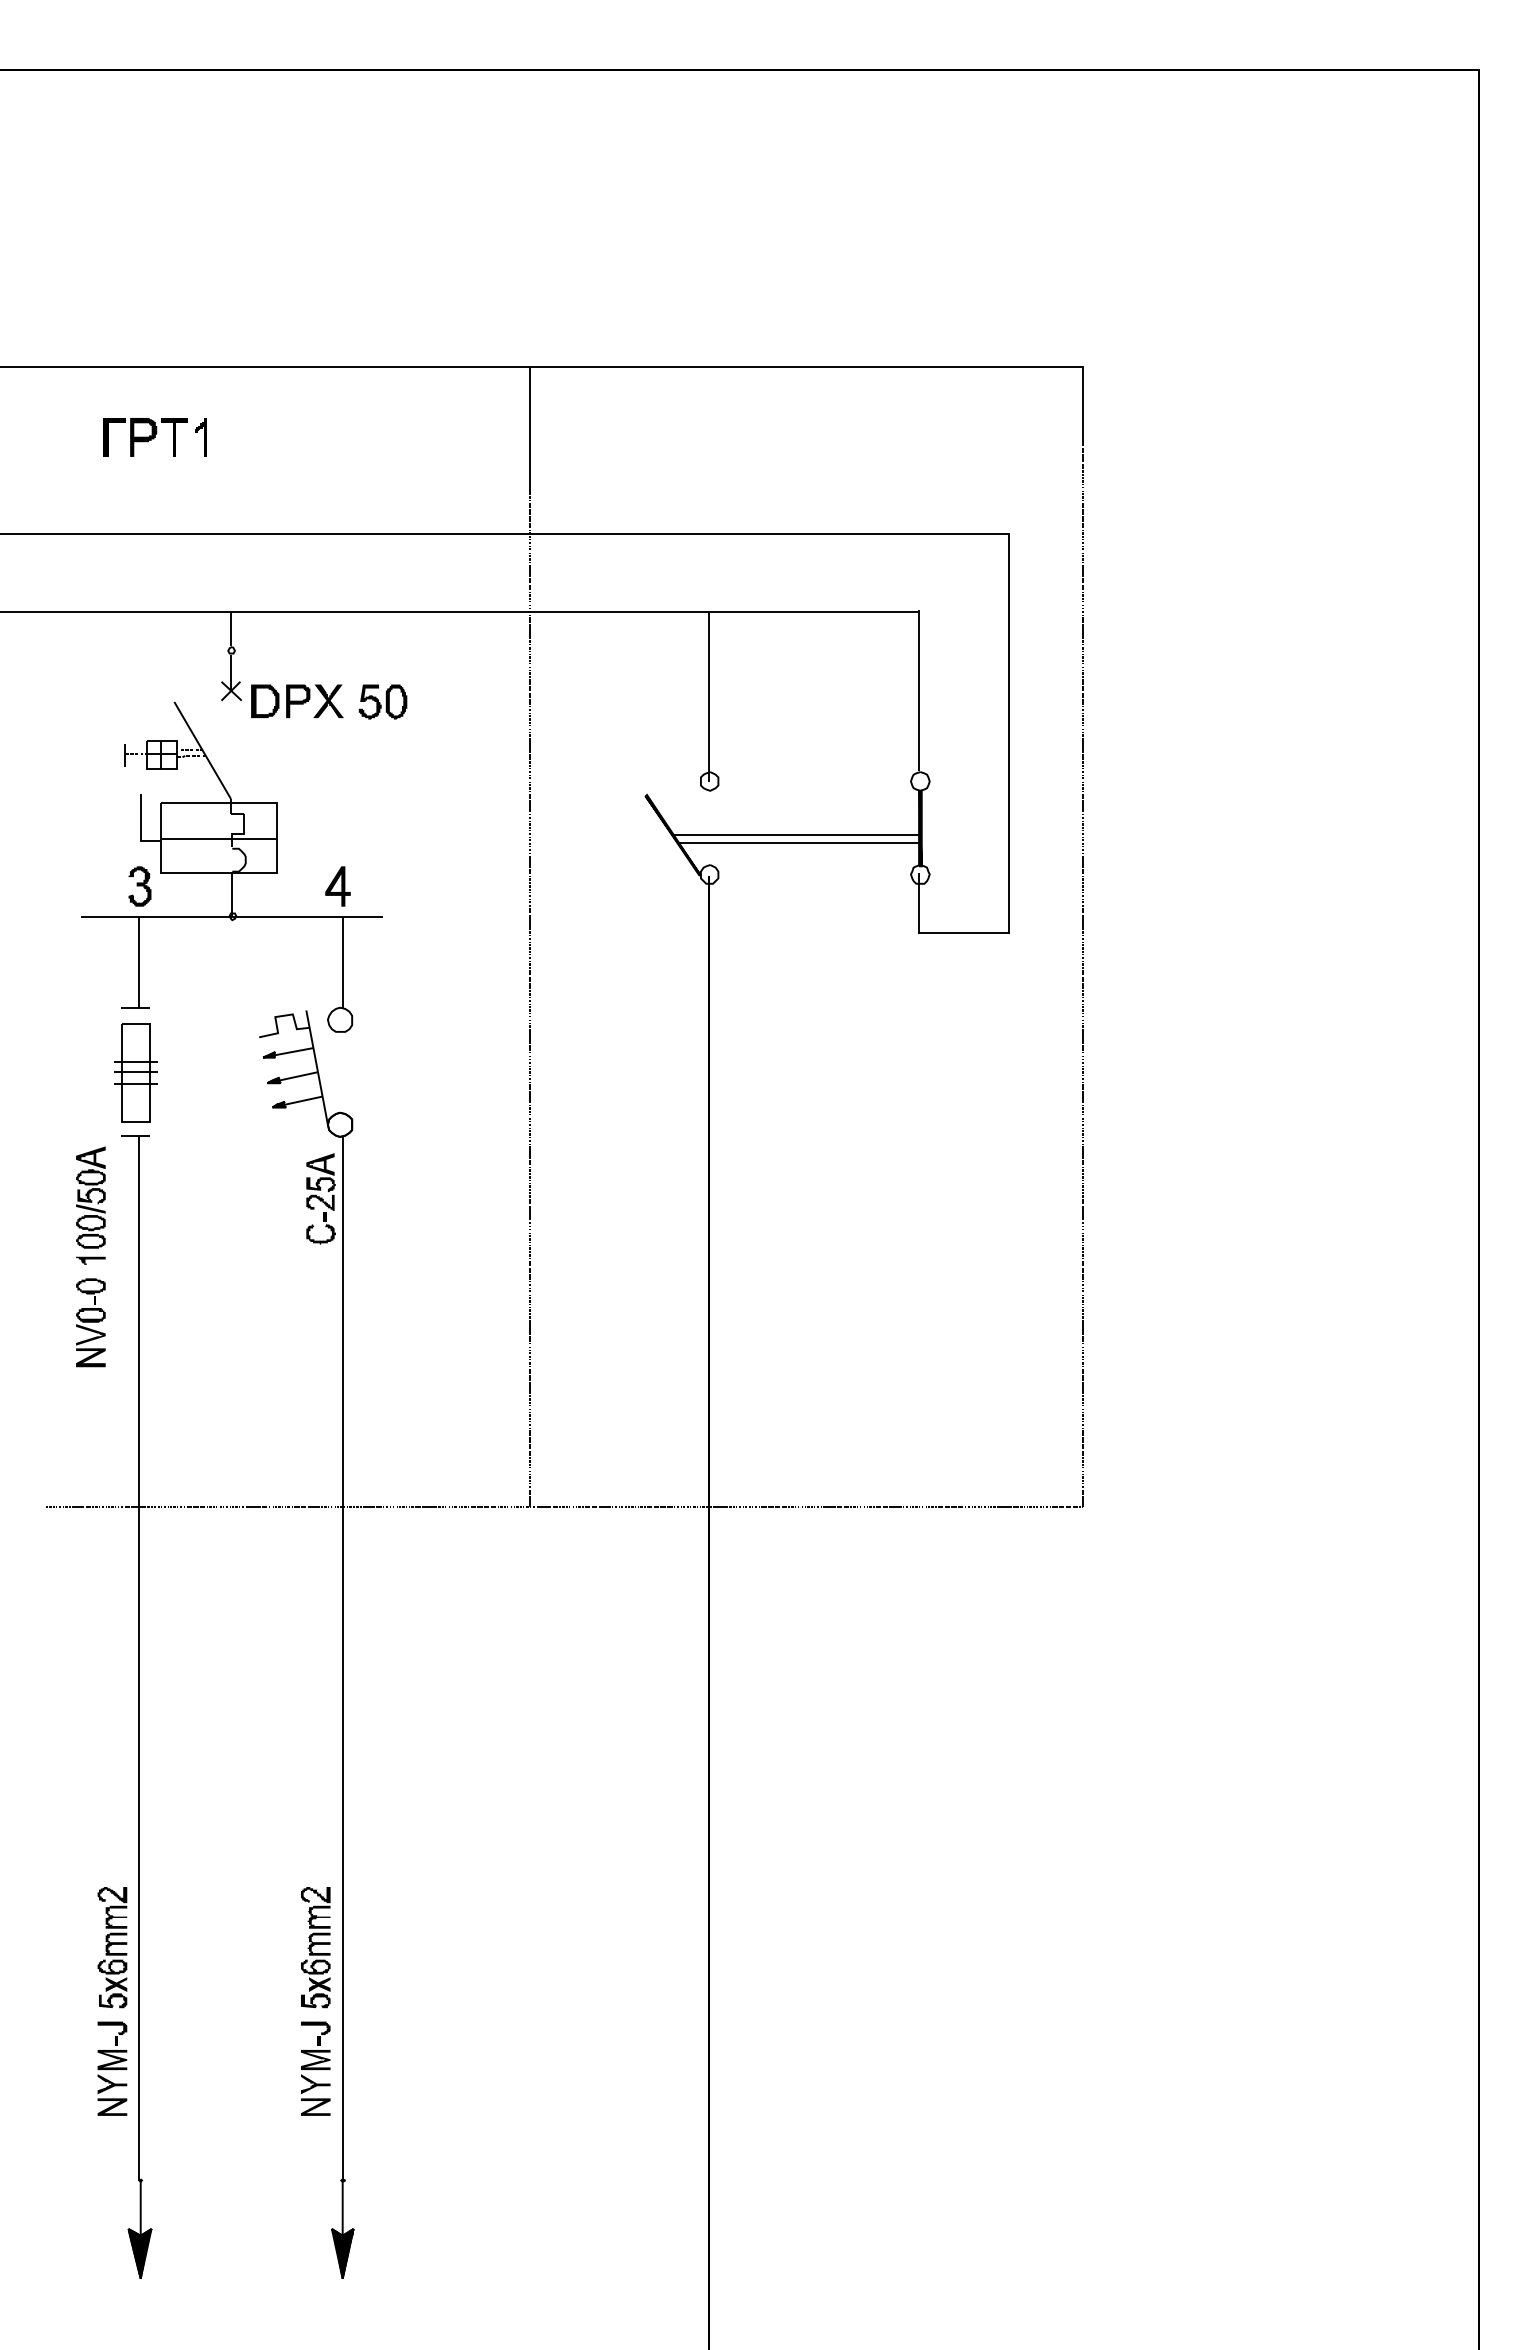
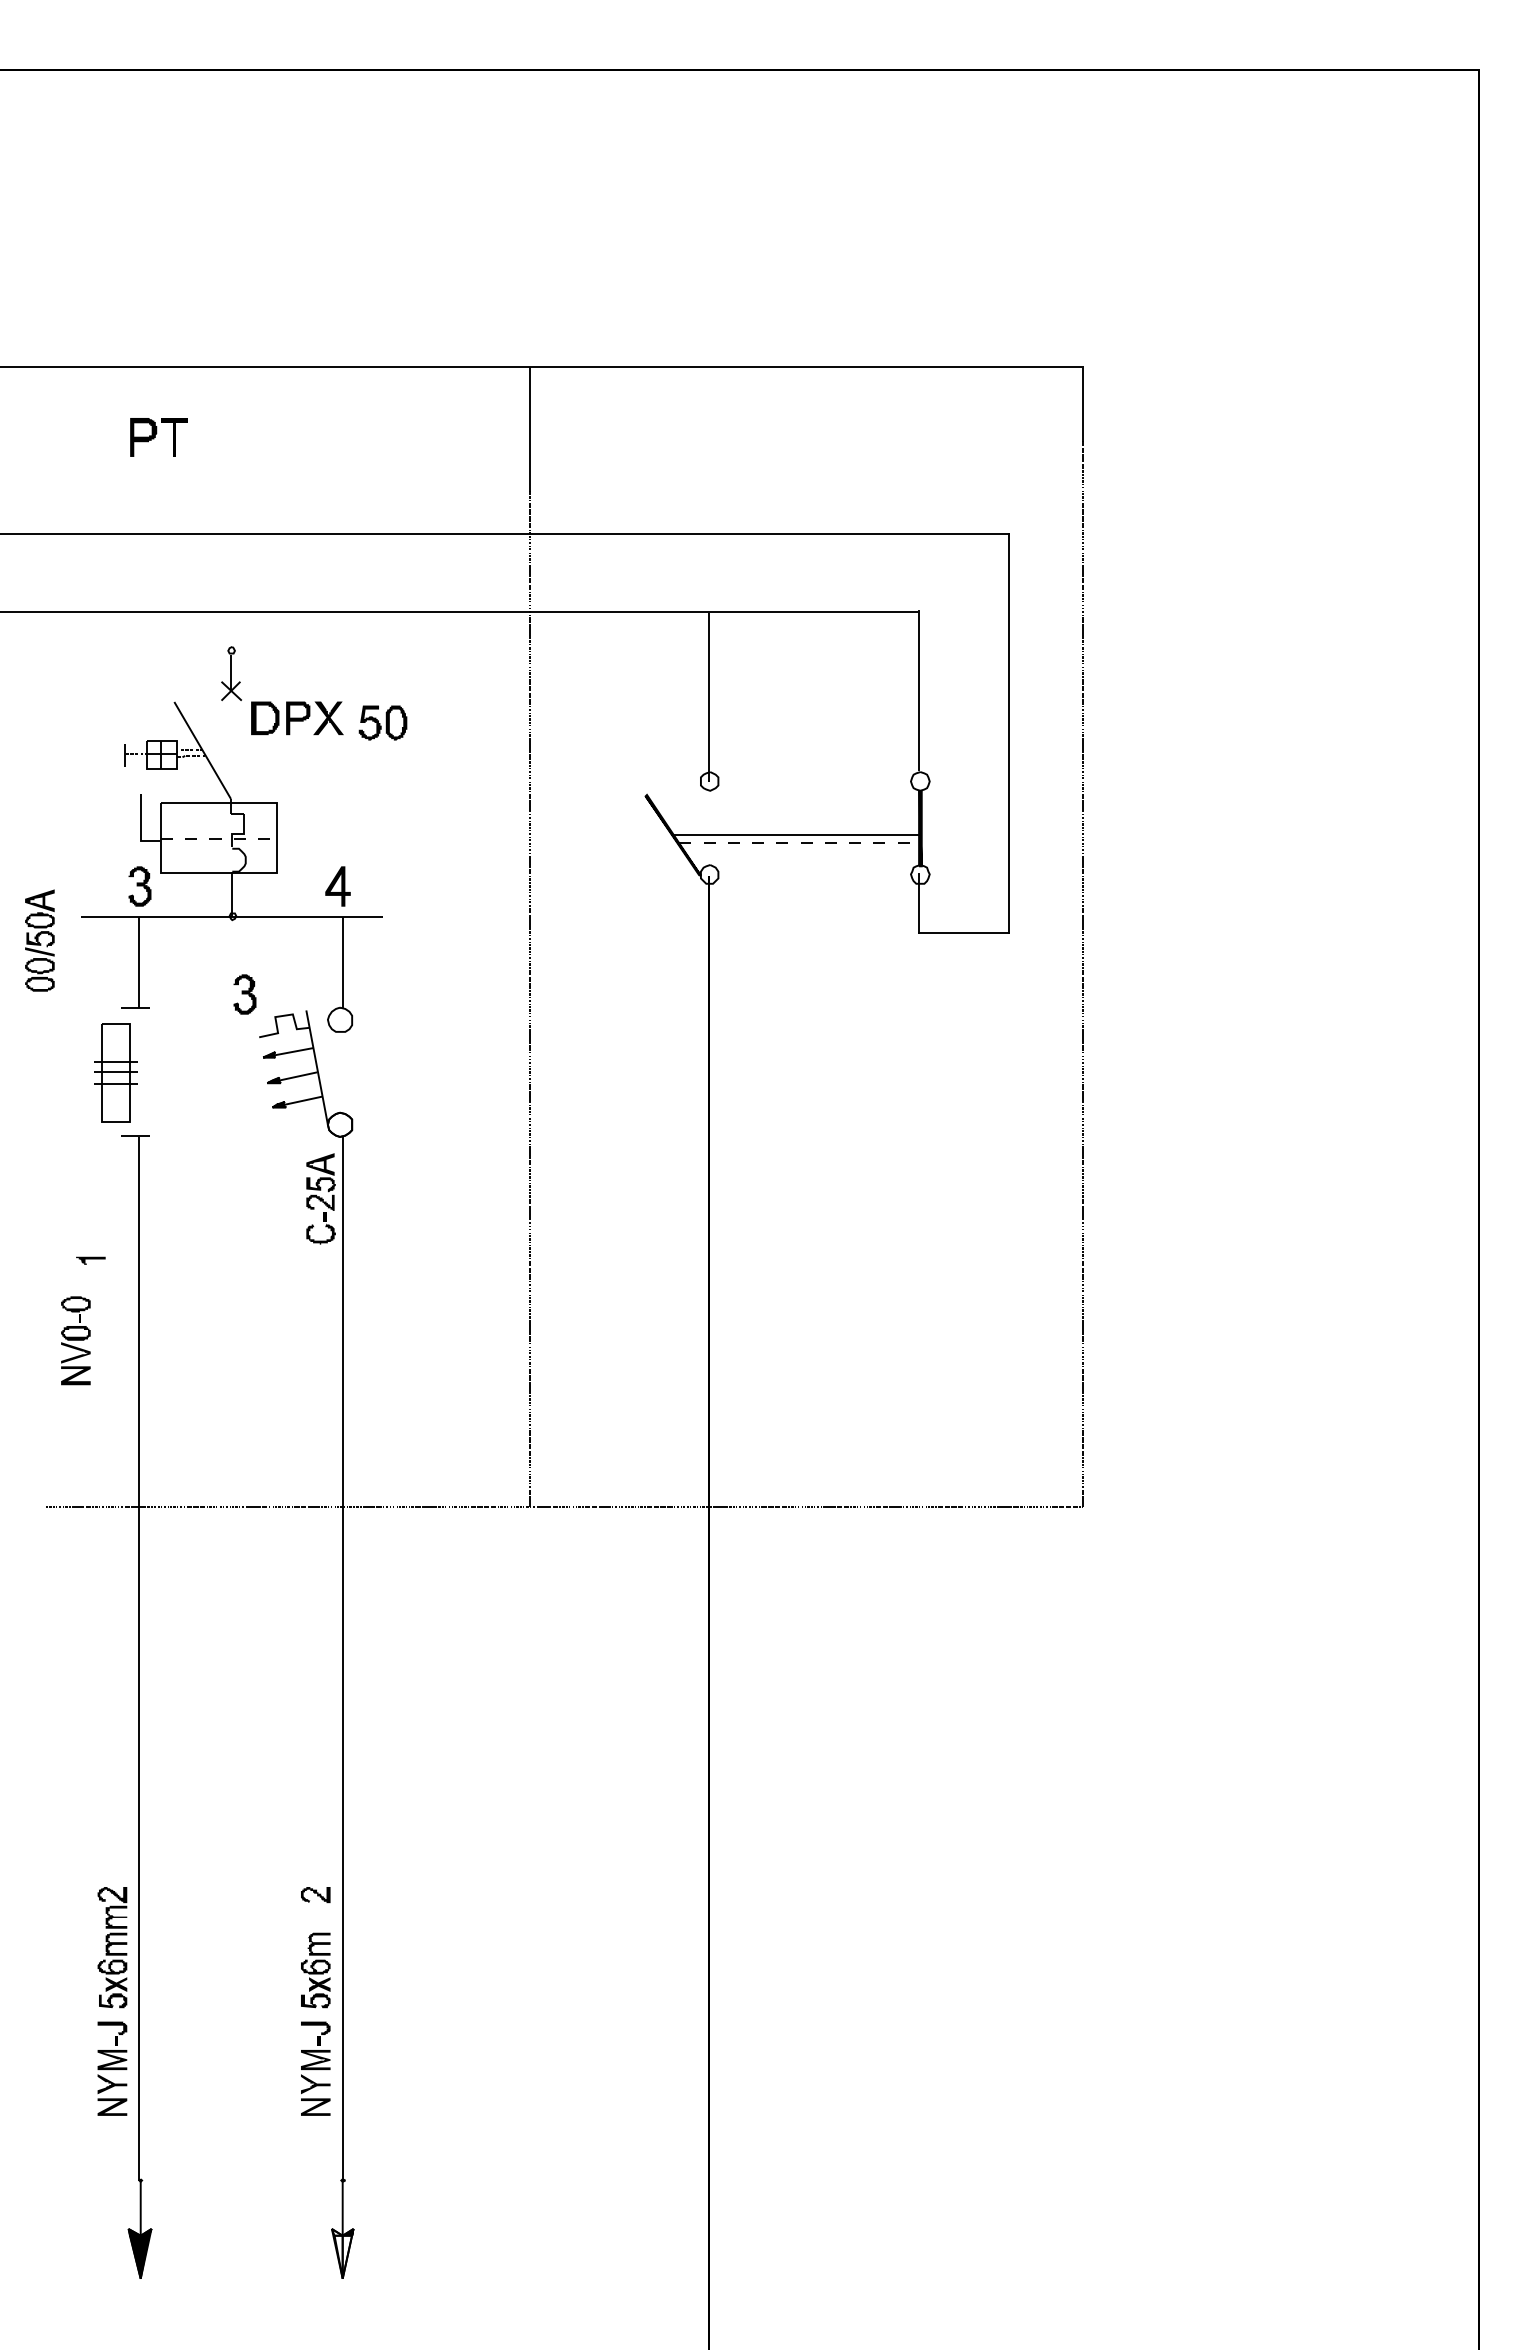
fill at (114, 436): present -> none
part at (200, 437): present -> none
line at (231, 628): present -> none
part at (297, 701) position: (297, 701) -> (297, 718)
part at (382, 701) position: (382, 701) -> (382, 722)
line at (219, 839): solid -> dashed
line at (799, 843): solid -> dashed
part at (244, 994): none -> present
part at (135, 1072) position: (135, 1072) -> (115, 1072)
part at (90, 1197) position: (90, 1197) -> (39, 940)
part at (90, 1322) position: (90, 1322) -> (75, 1340)
fill at (318, 1916): present -> none
fill at (341, 2253): present -> none
